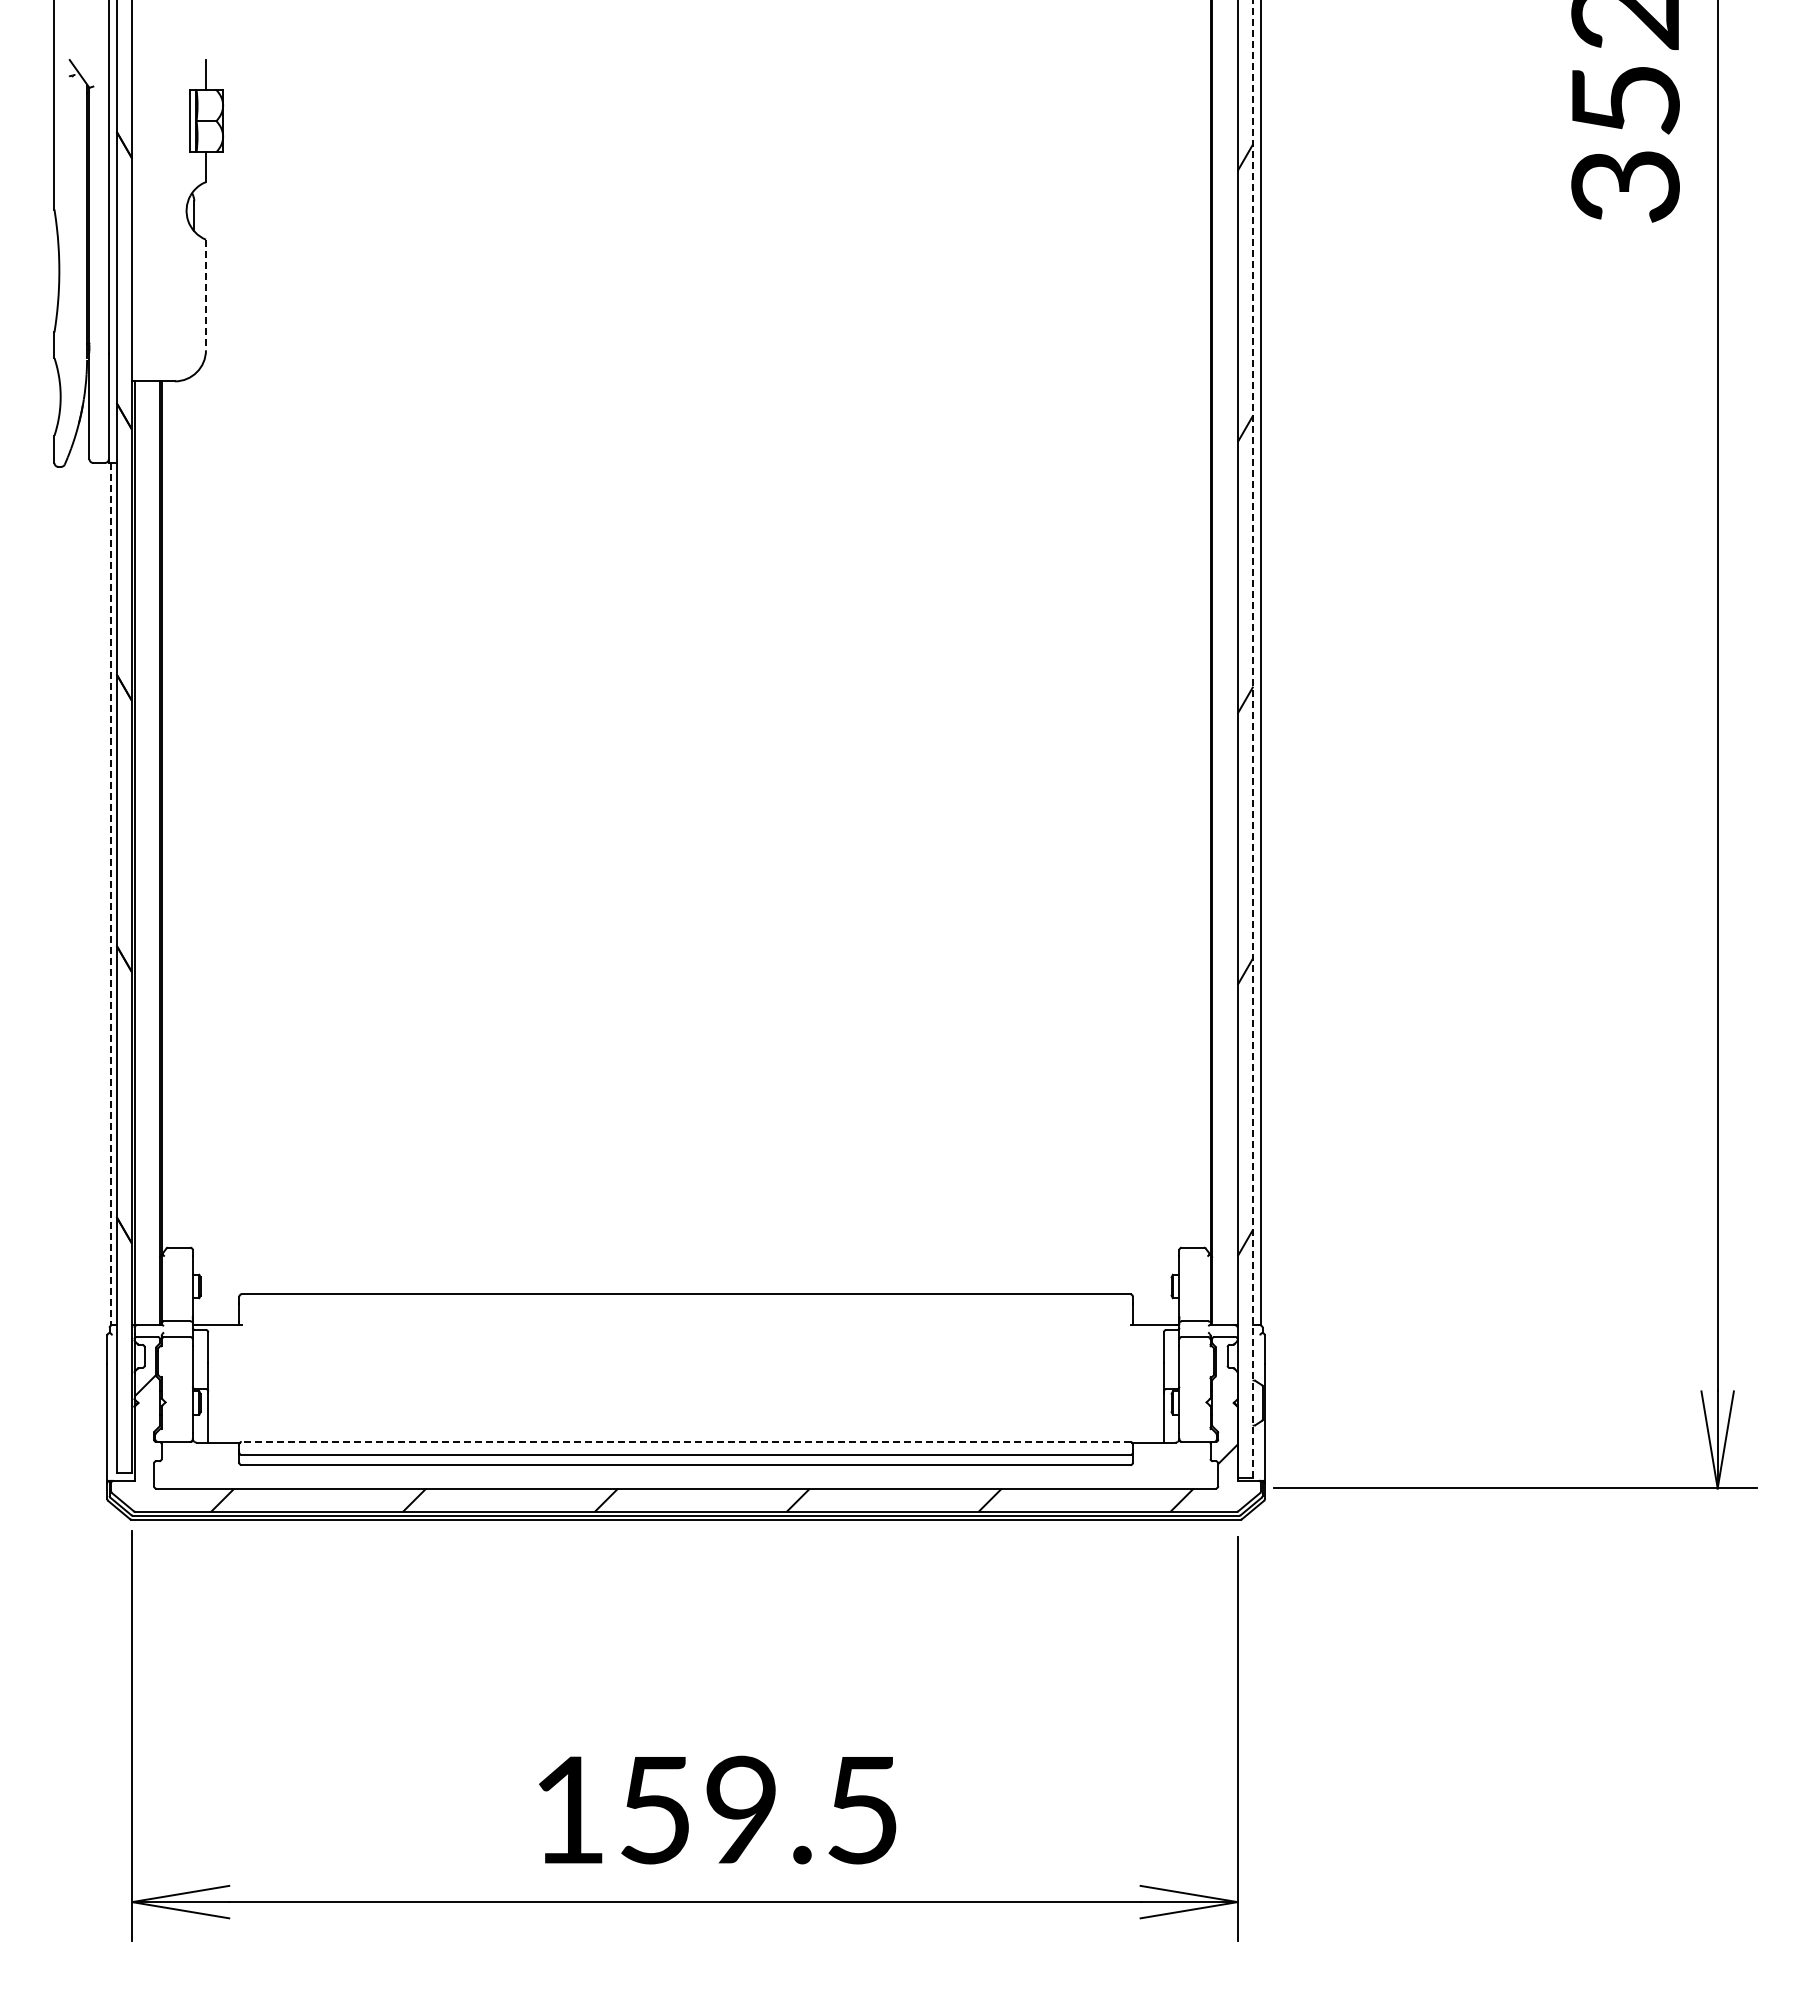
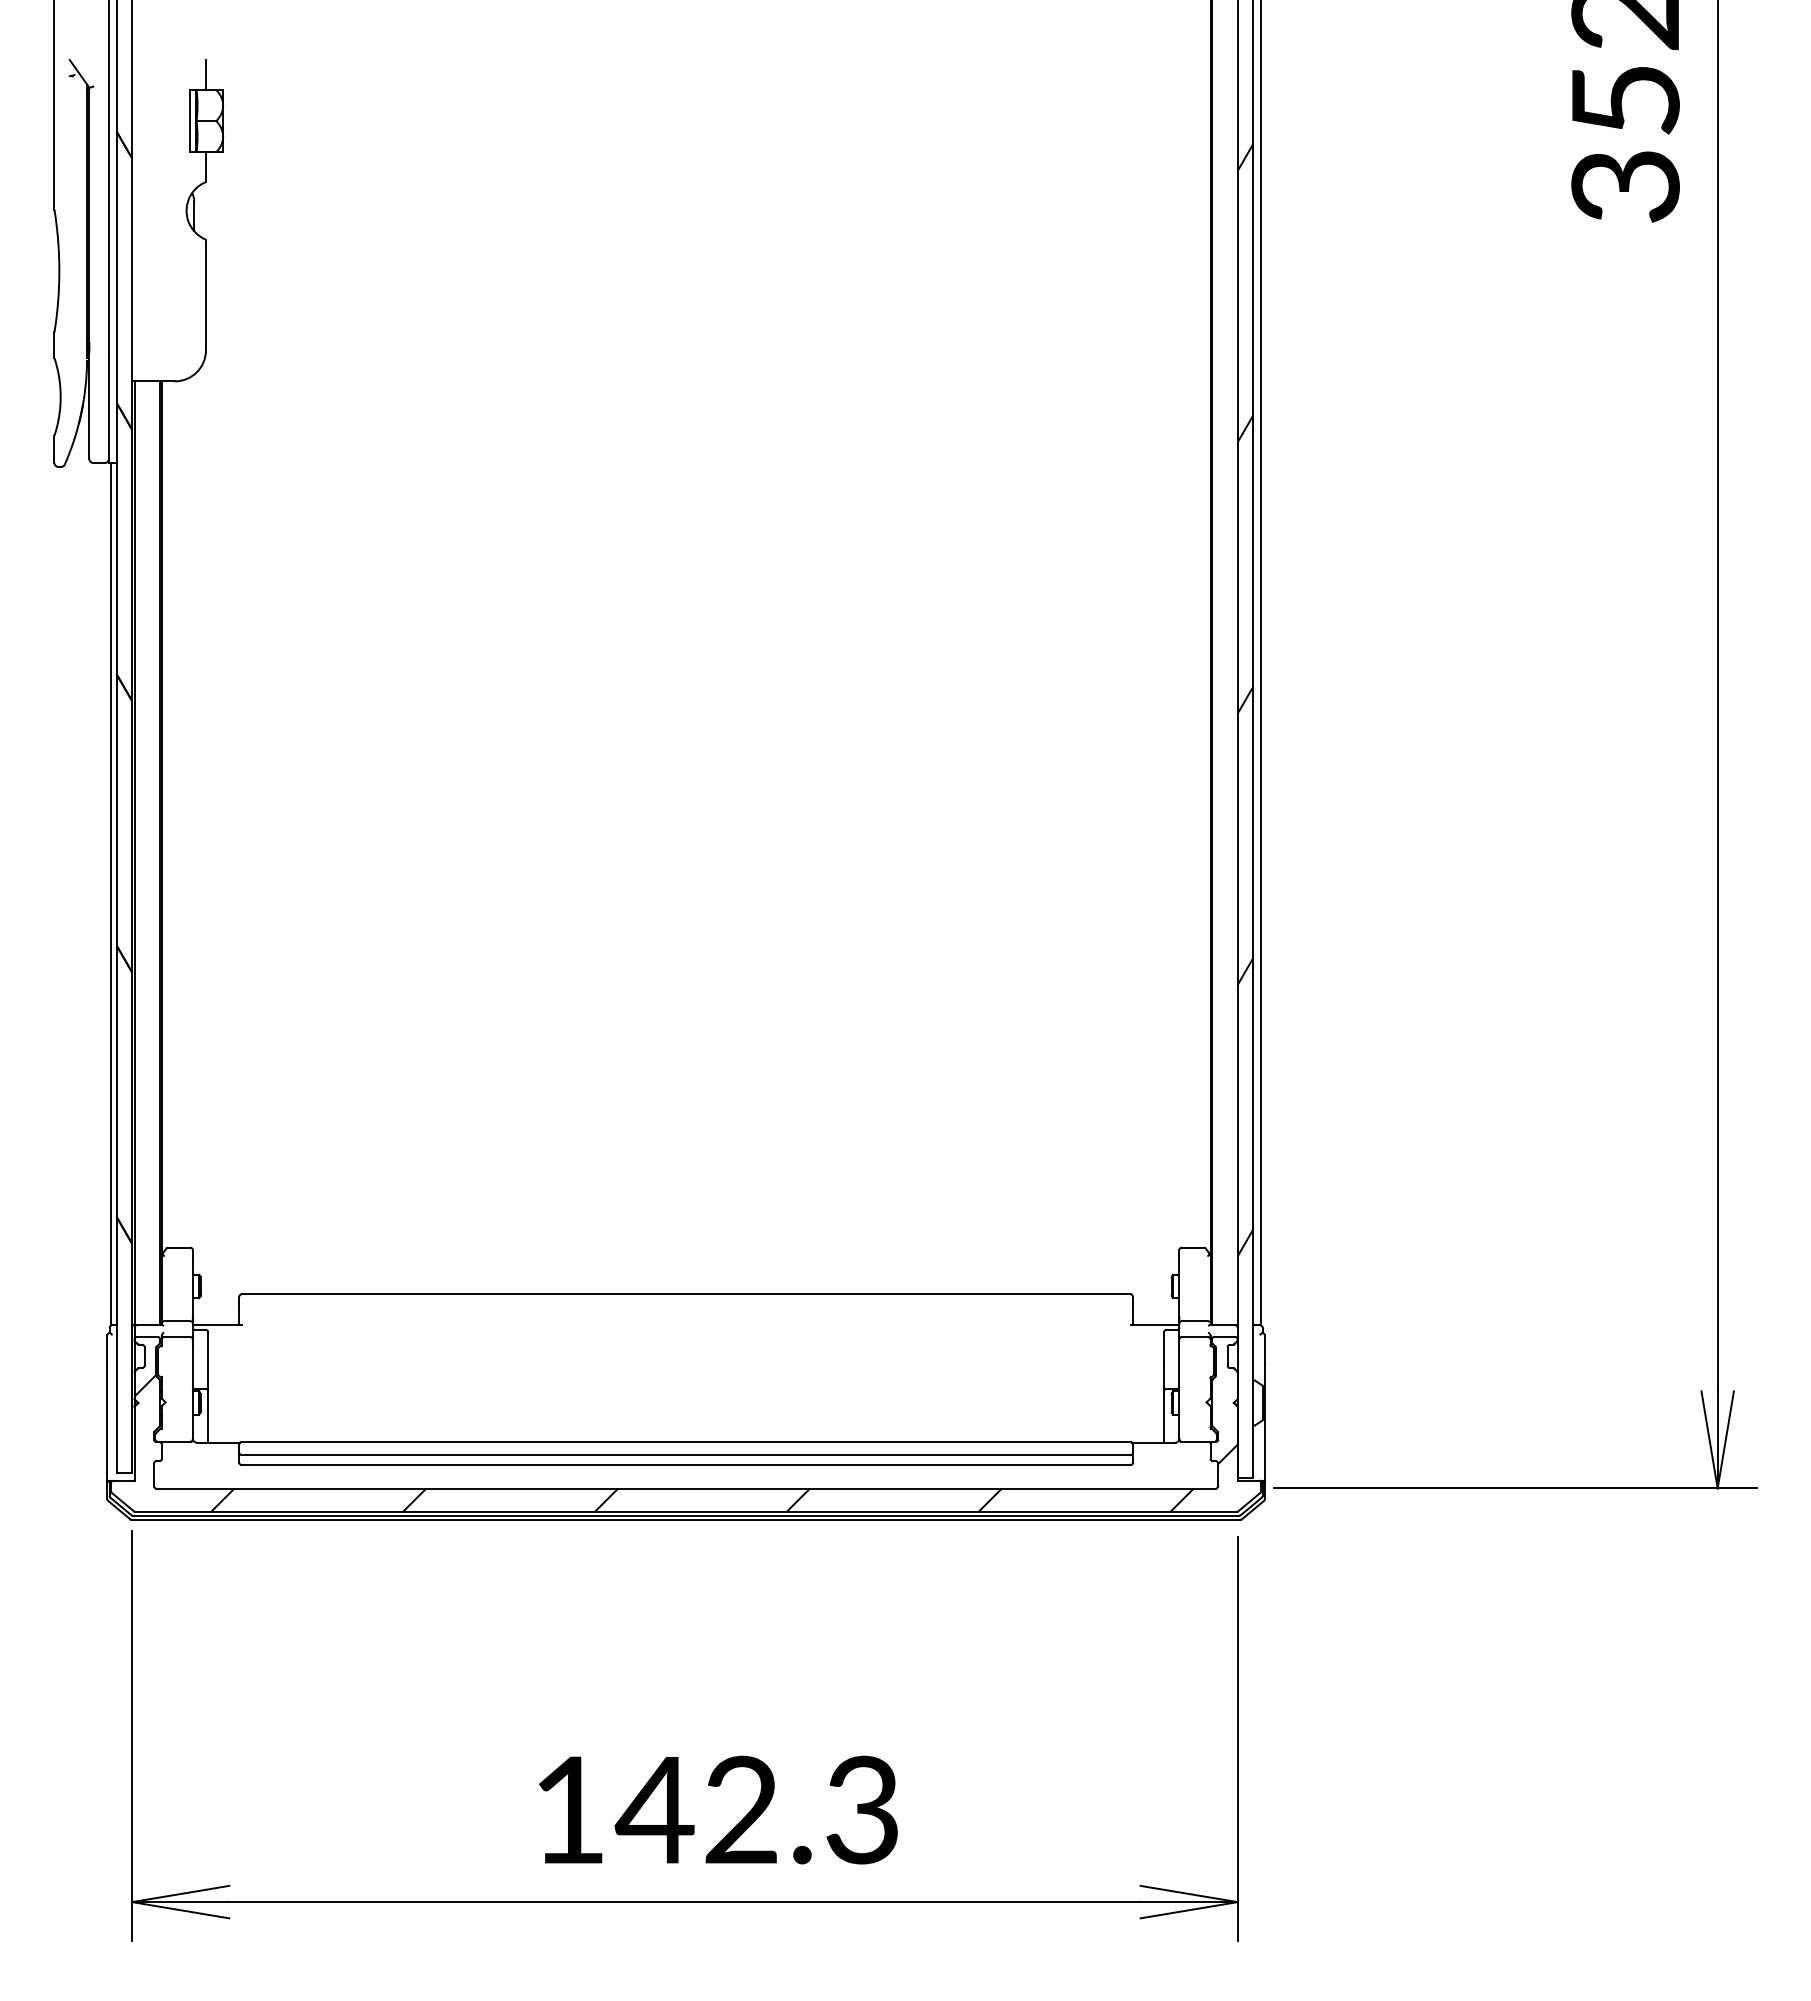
line at (205, 295): dashed -> solid
line at (1253, 739): dashed -> solid
line at (111, 894): dashed -> solid
line at (685, 1441): dashed -> solid
text at (755, 1809): 159.5 -> 142.3
